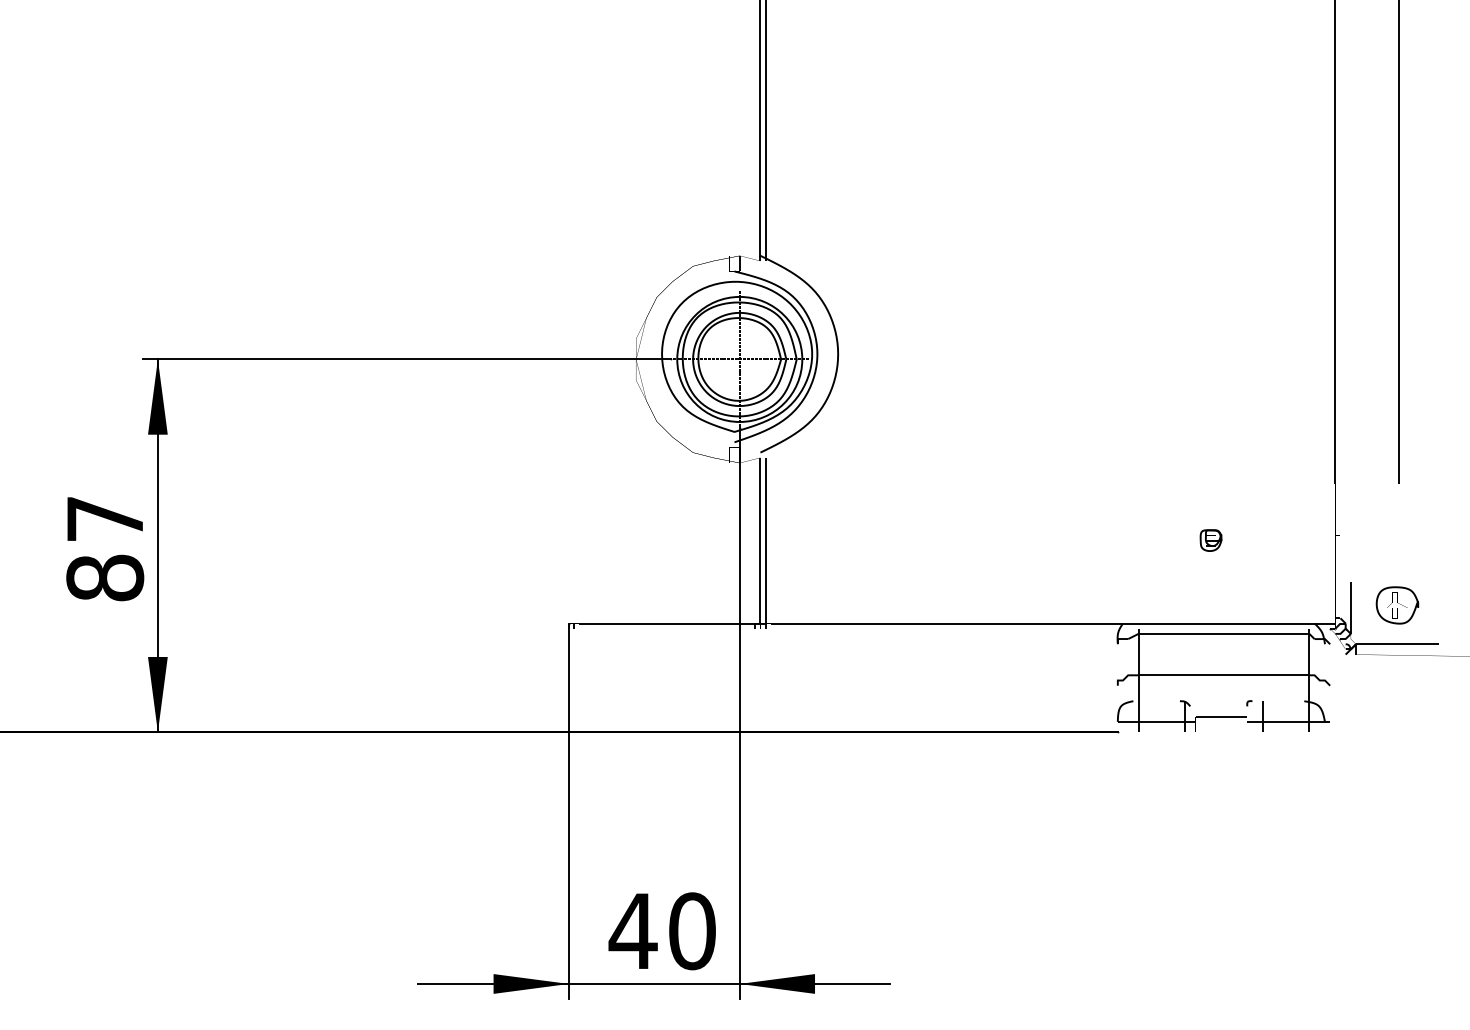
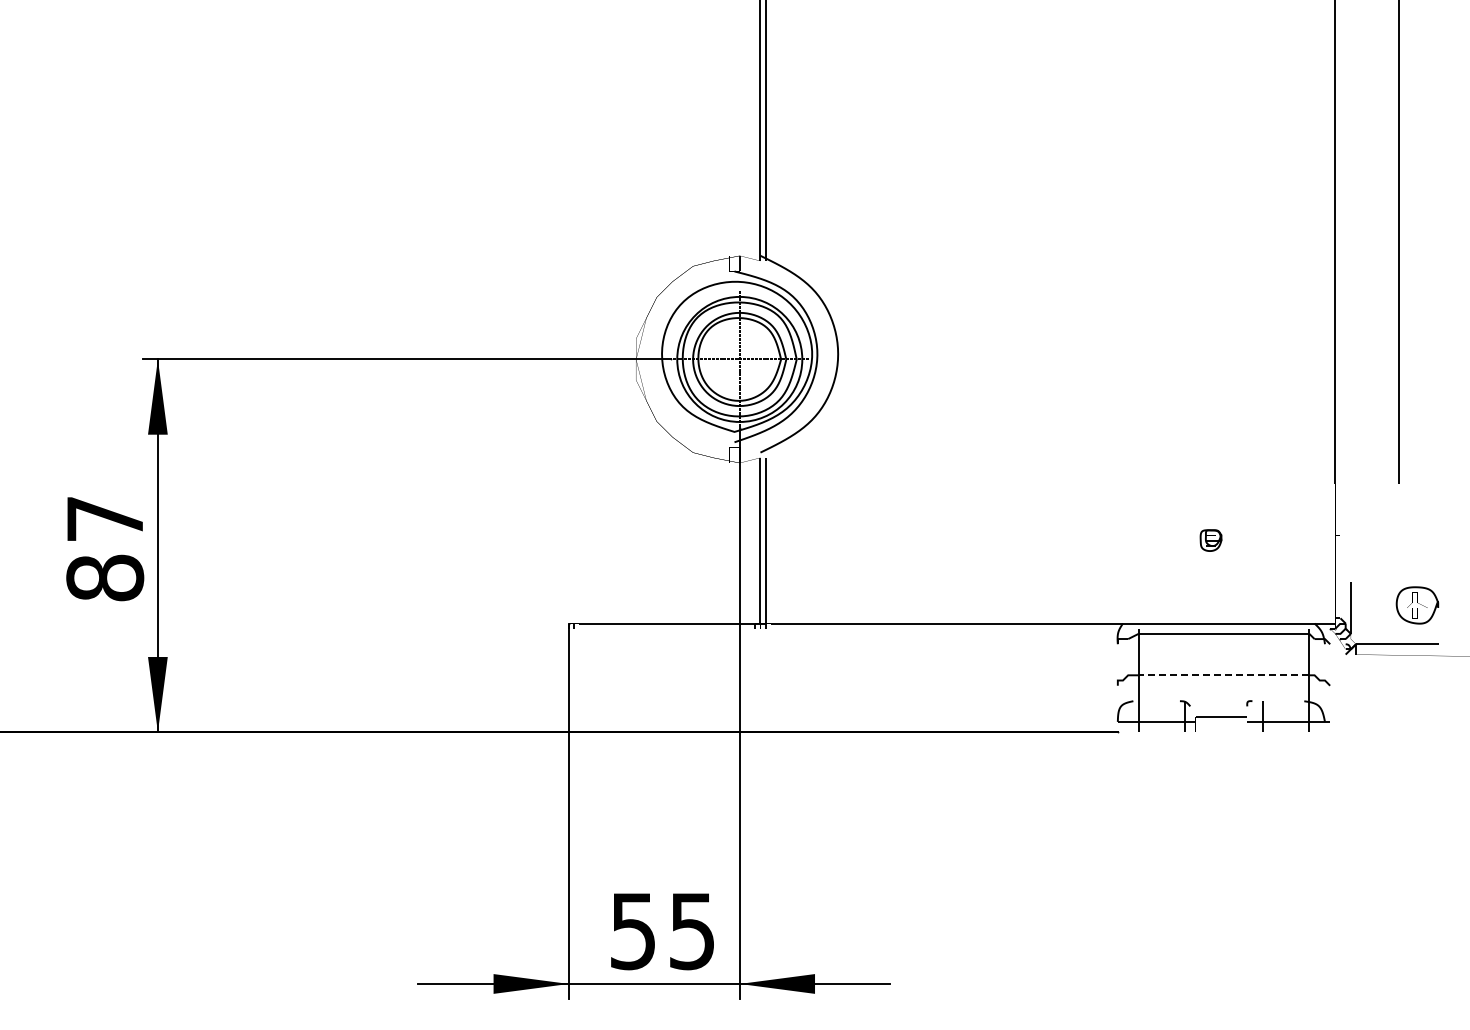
part at (1397, 605) position: (1397, 605) -> (1417, 605)
line at (1223, 675): solid -> dashed
text at (661, 931): 40 -> 55
